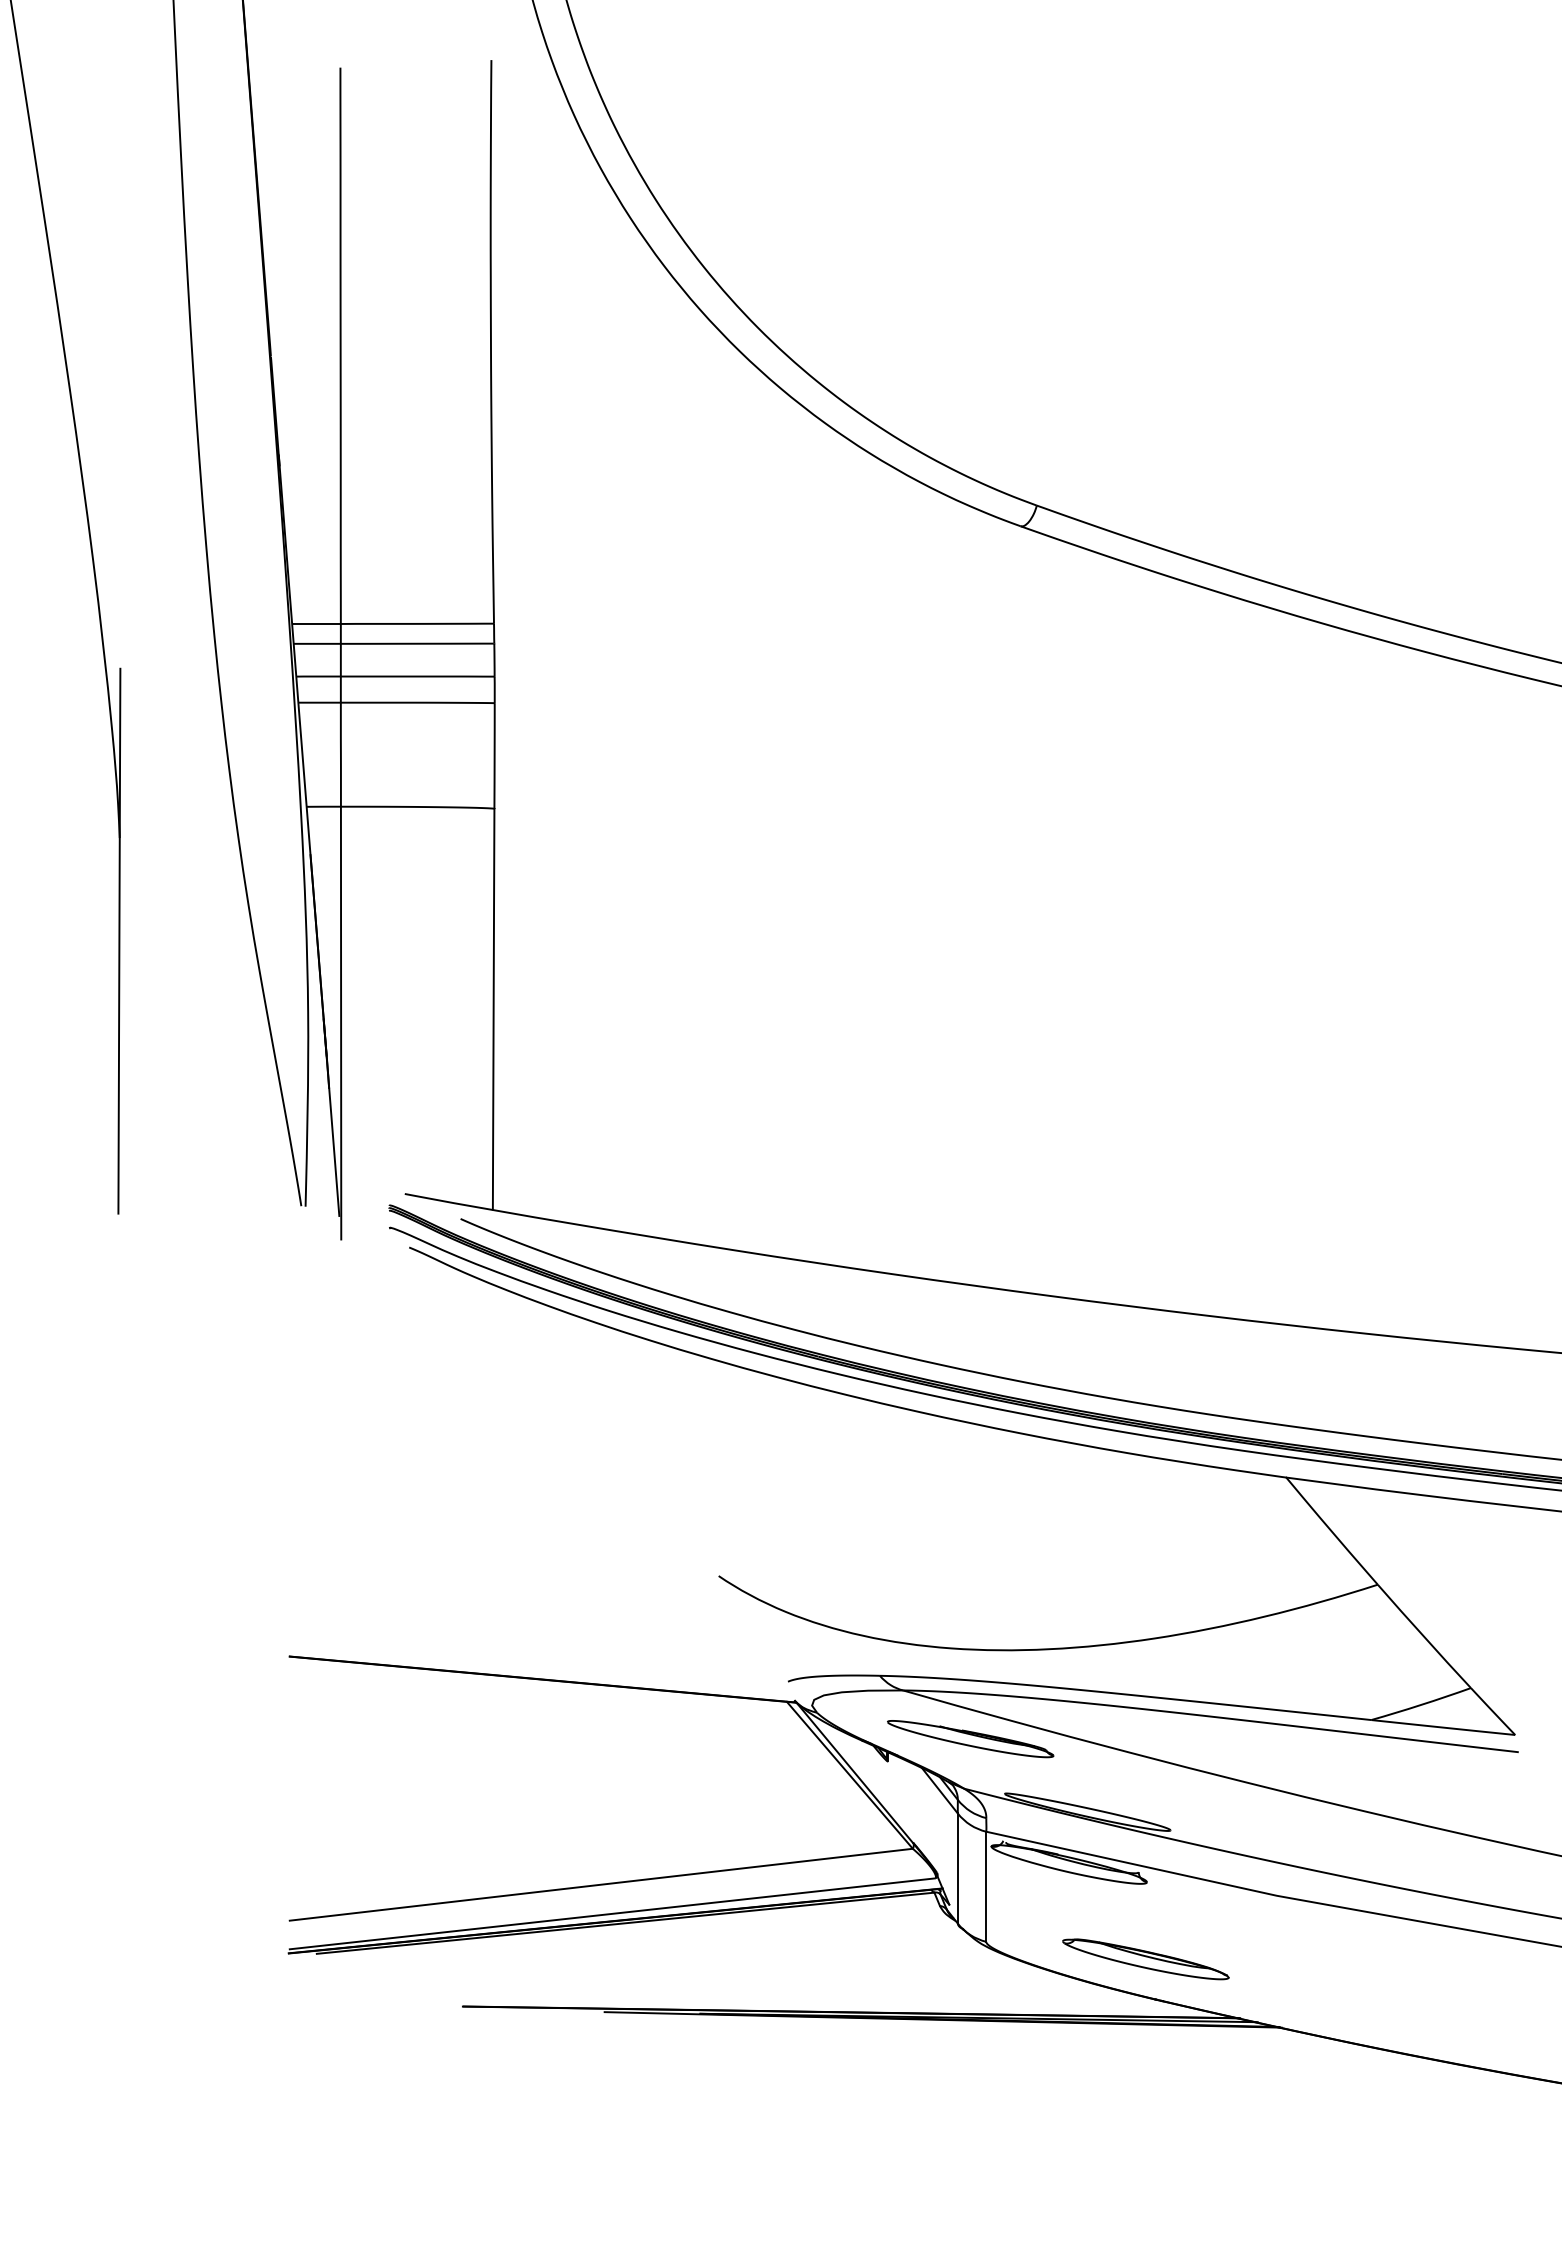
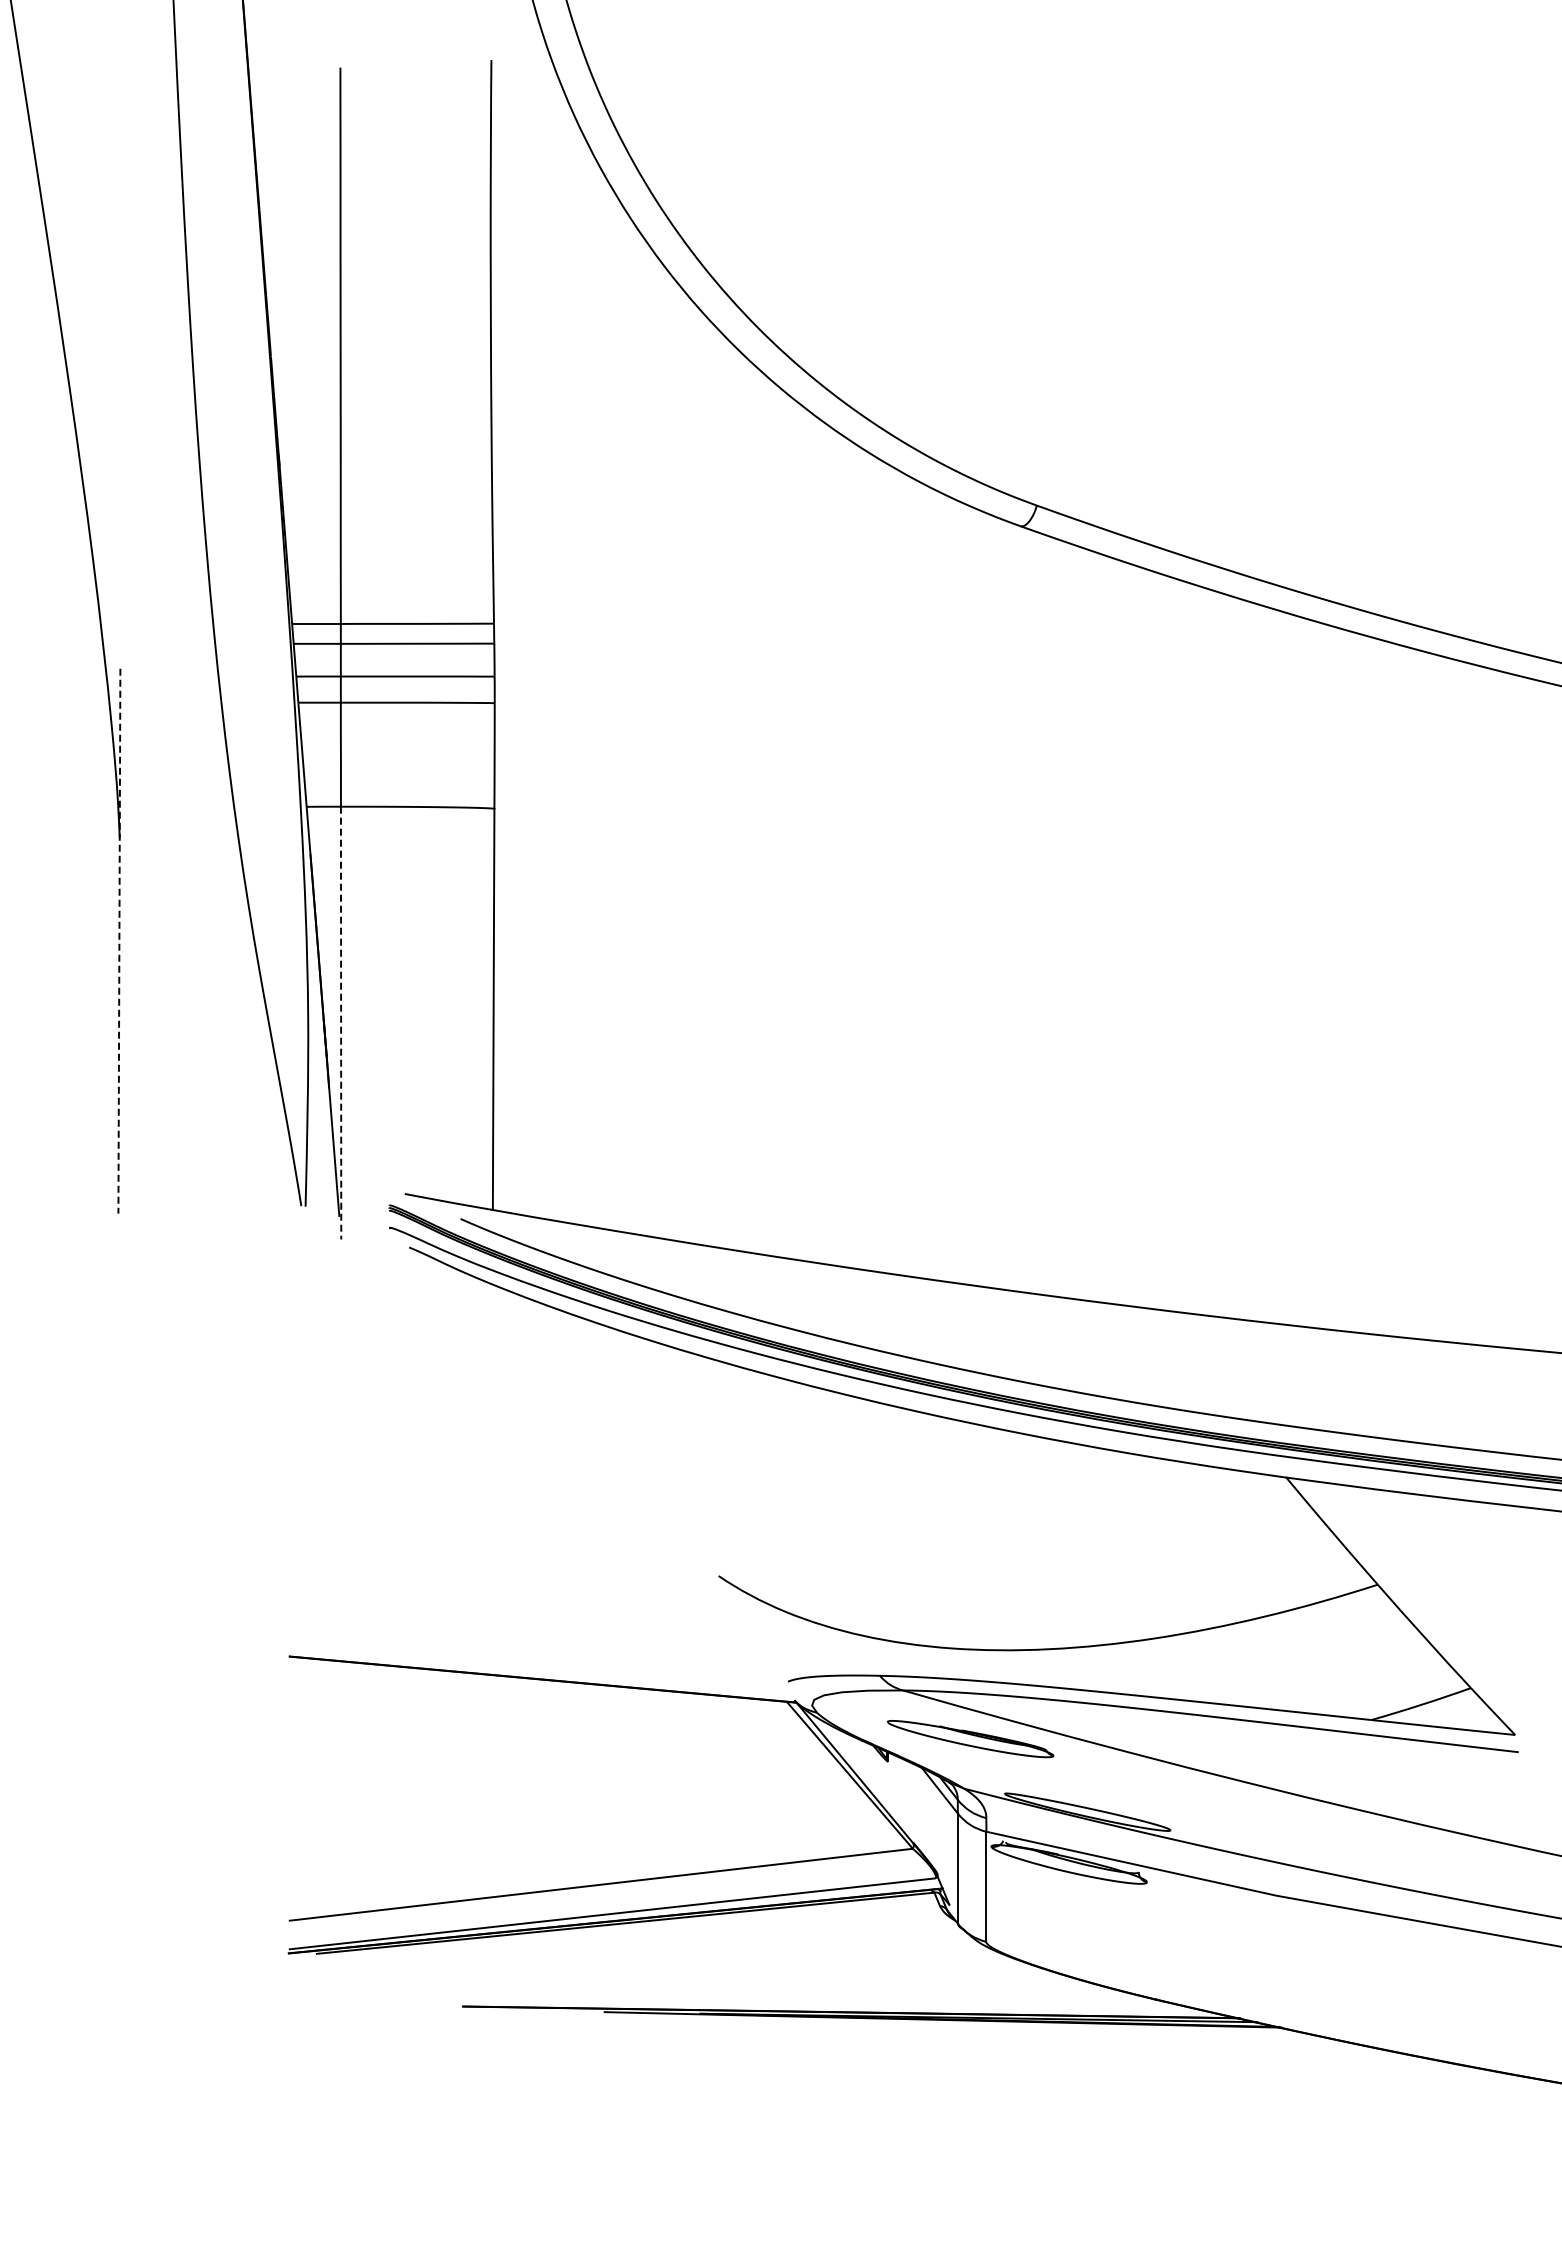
line at (119, 941): solid -> dashed
line at (341, 1023): solid -> dashed
part at (1145, 1959): present -> none
